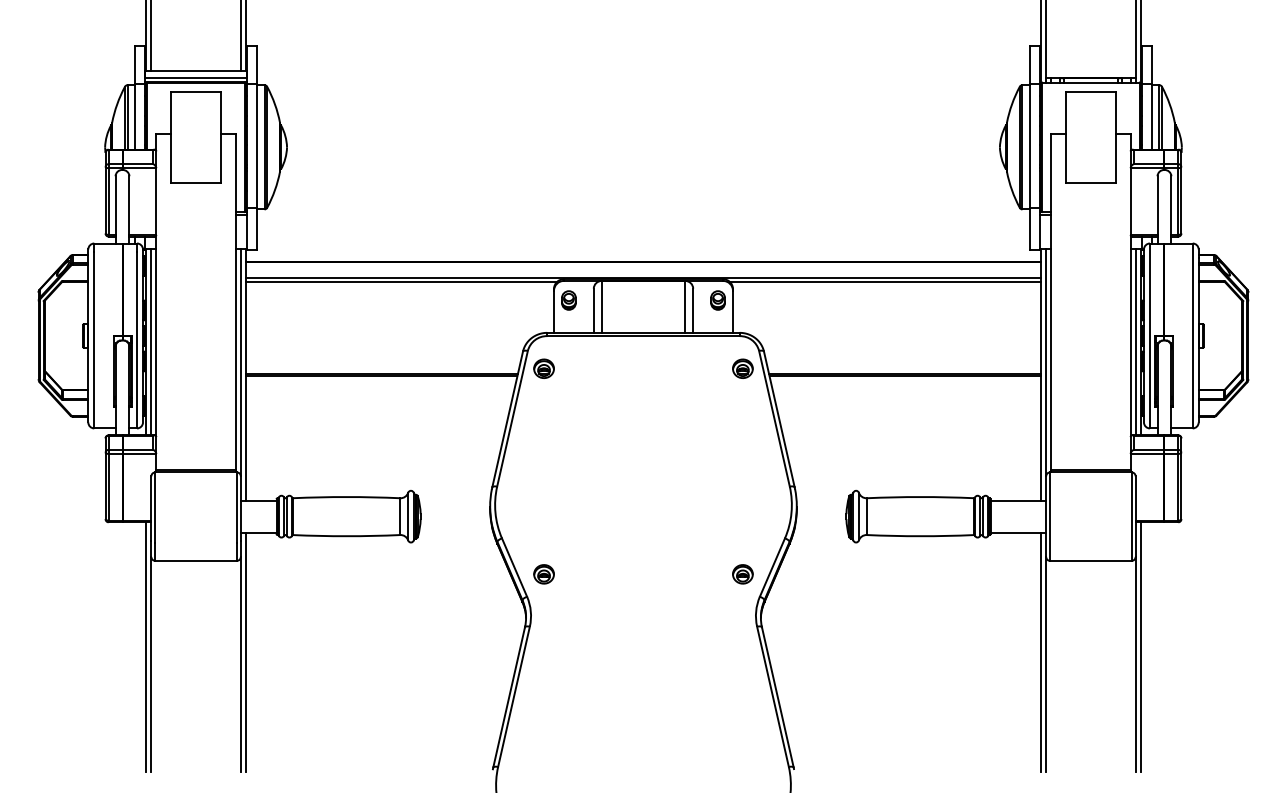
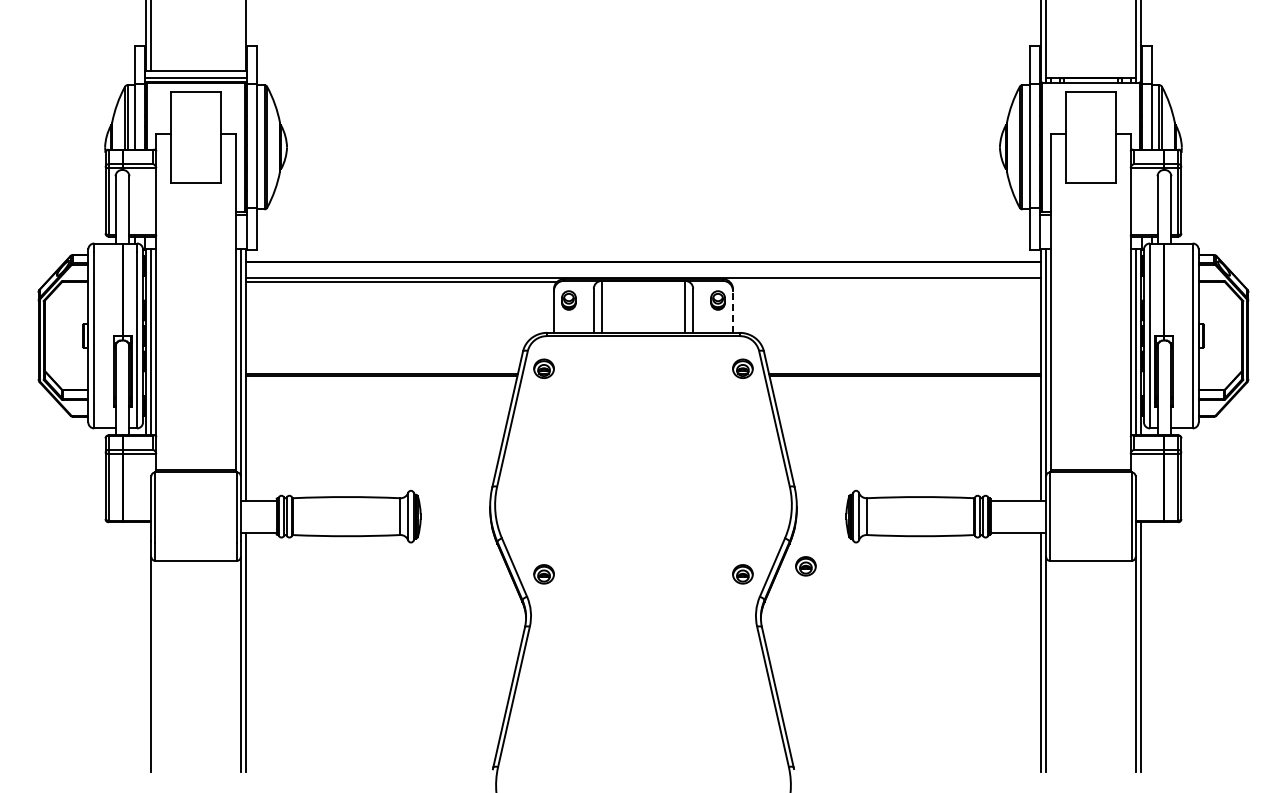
line at (240, 36): present -> none
line at (885, 281): present -> none
line at (732, 311): solid -> dashed
part at (805, 566): none -> present
line at (146, 646): present -> none
